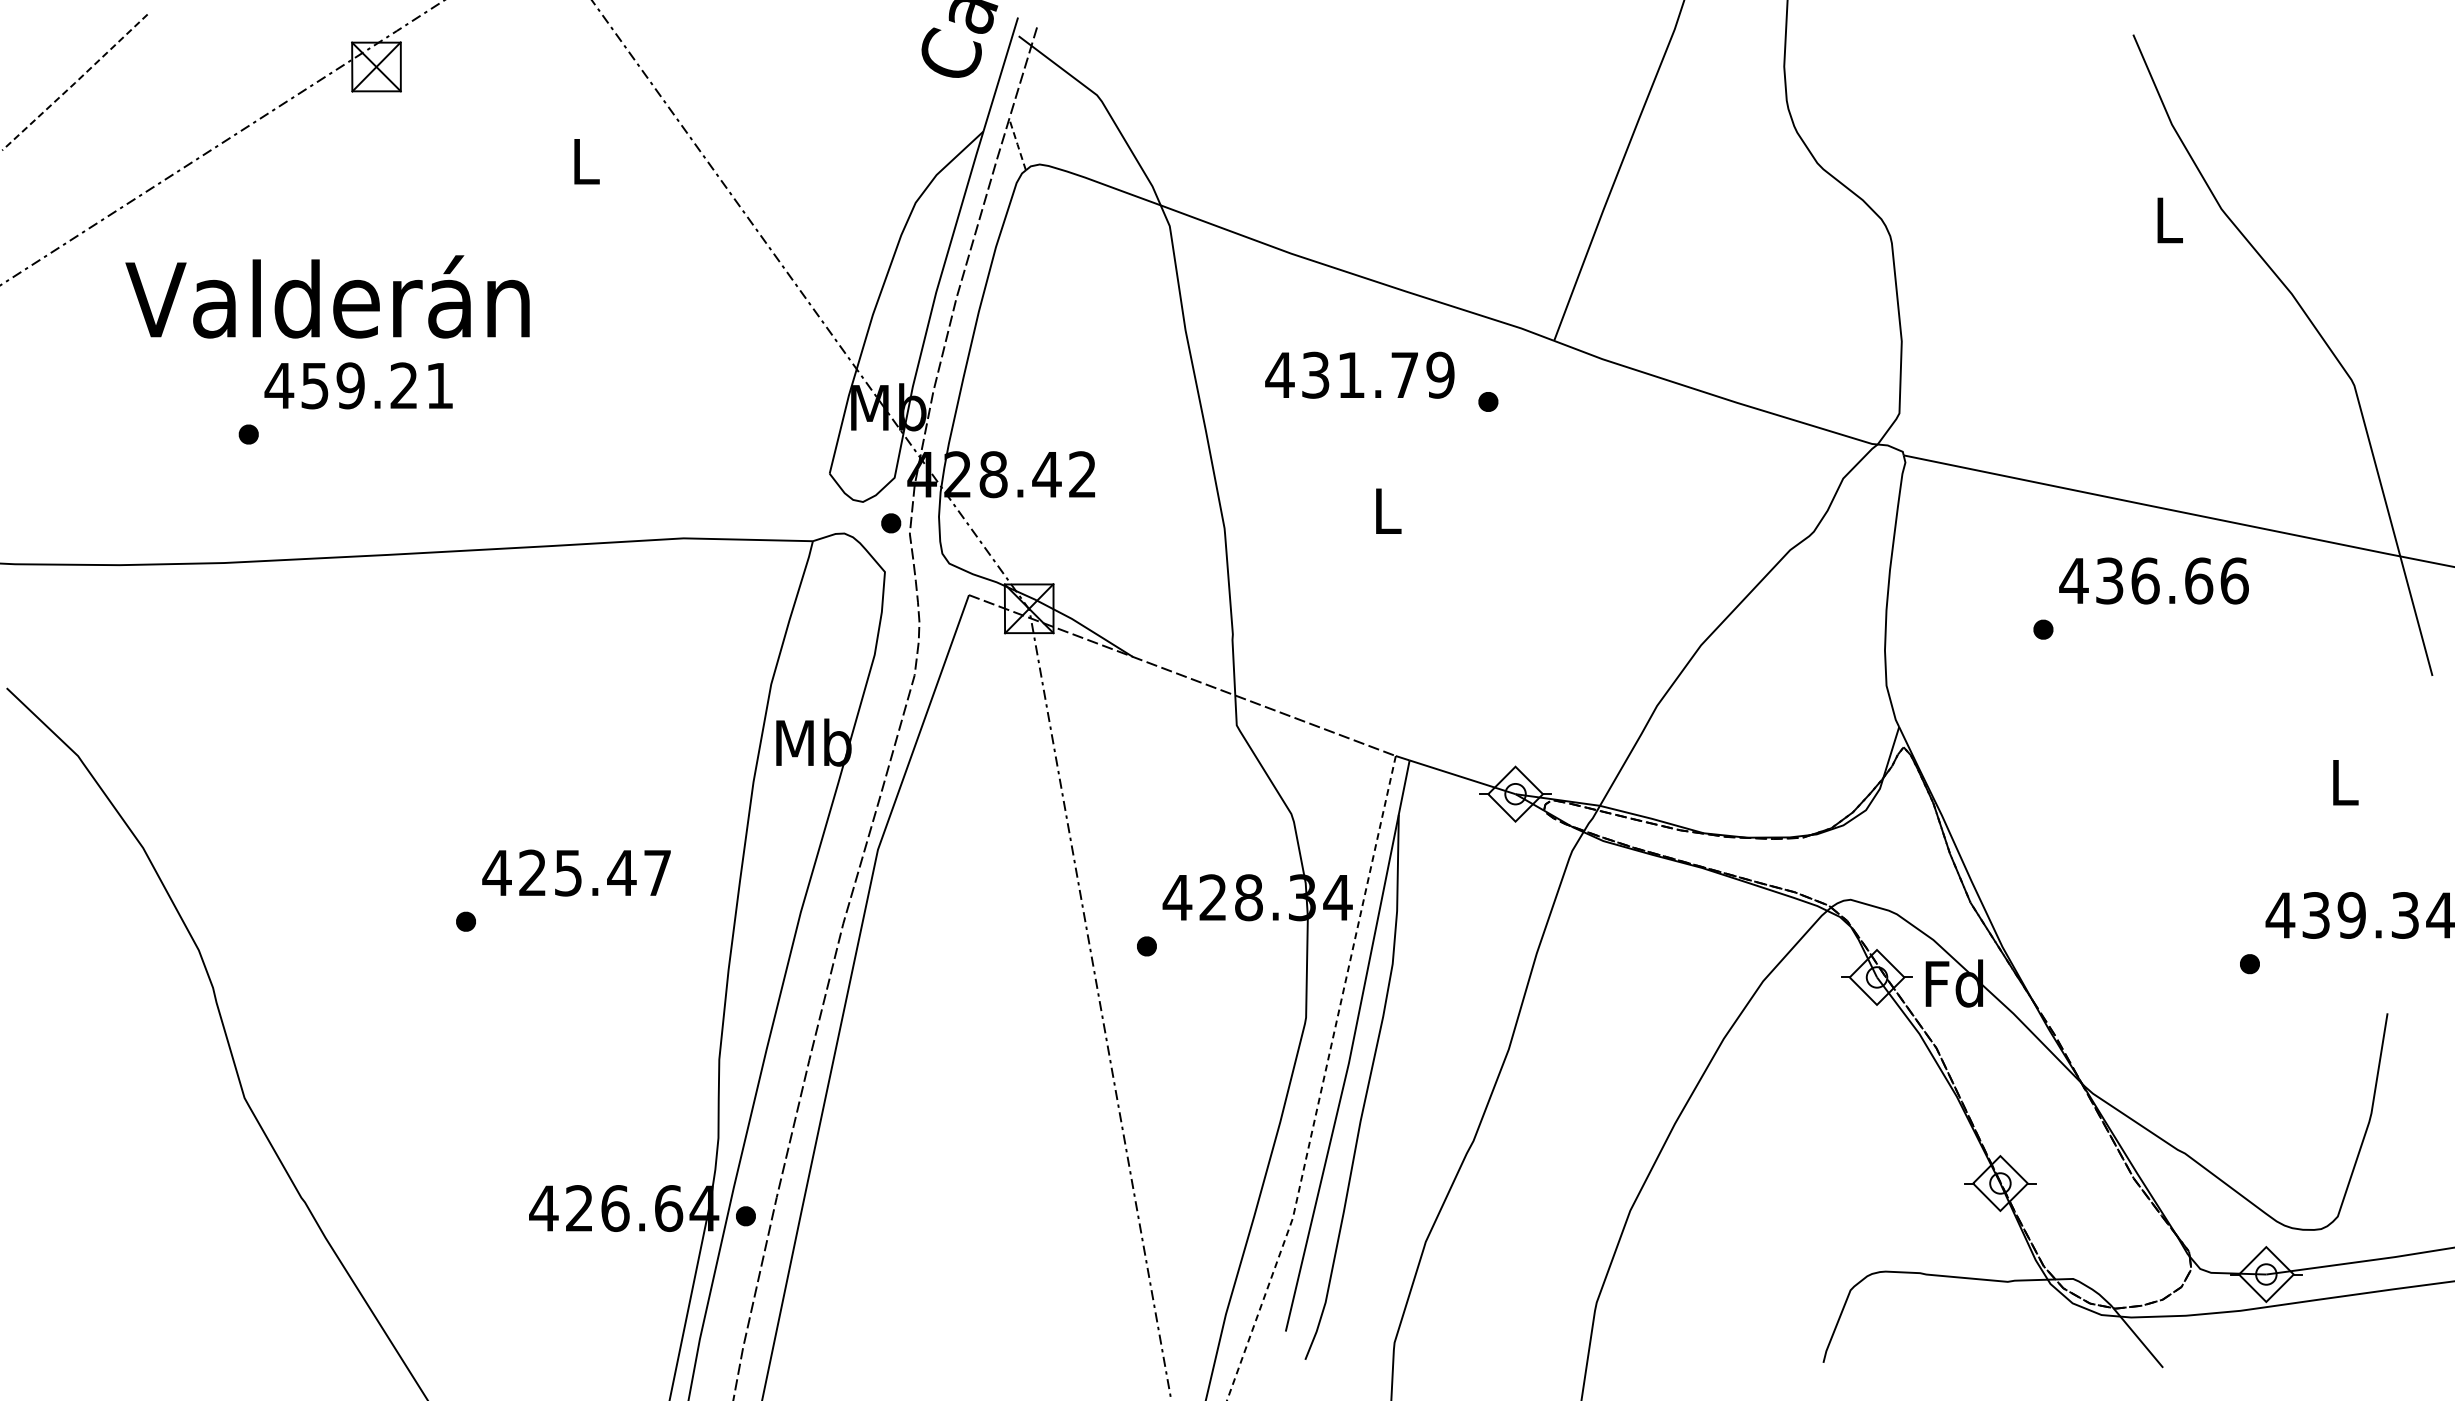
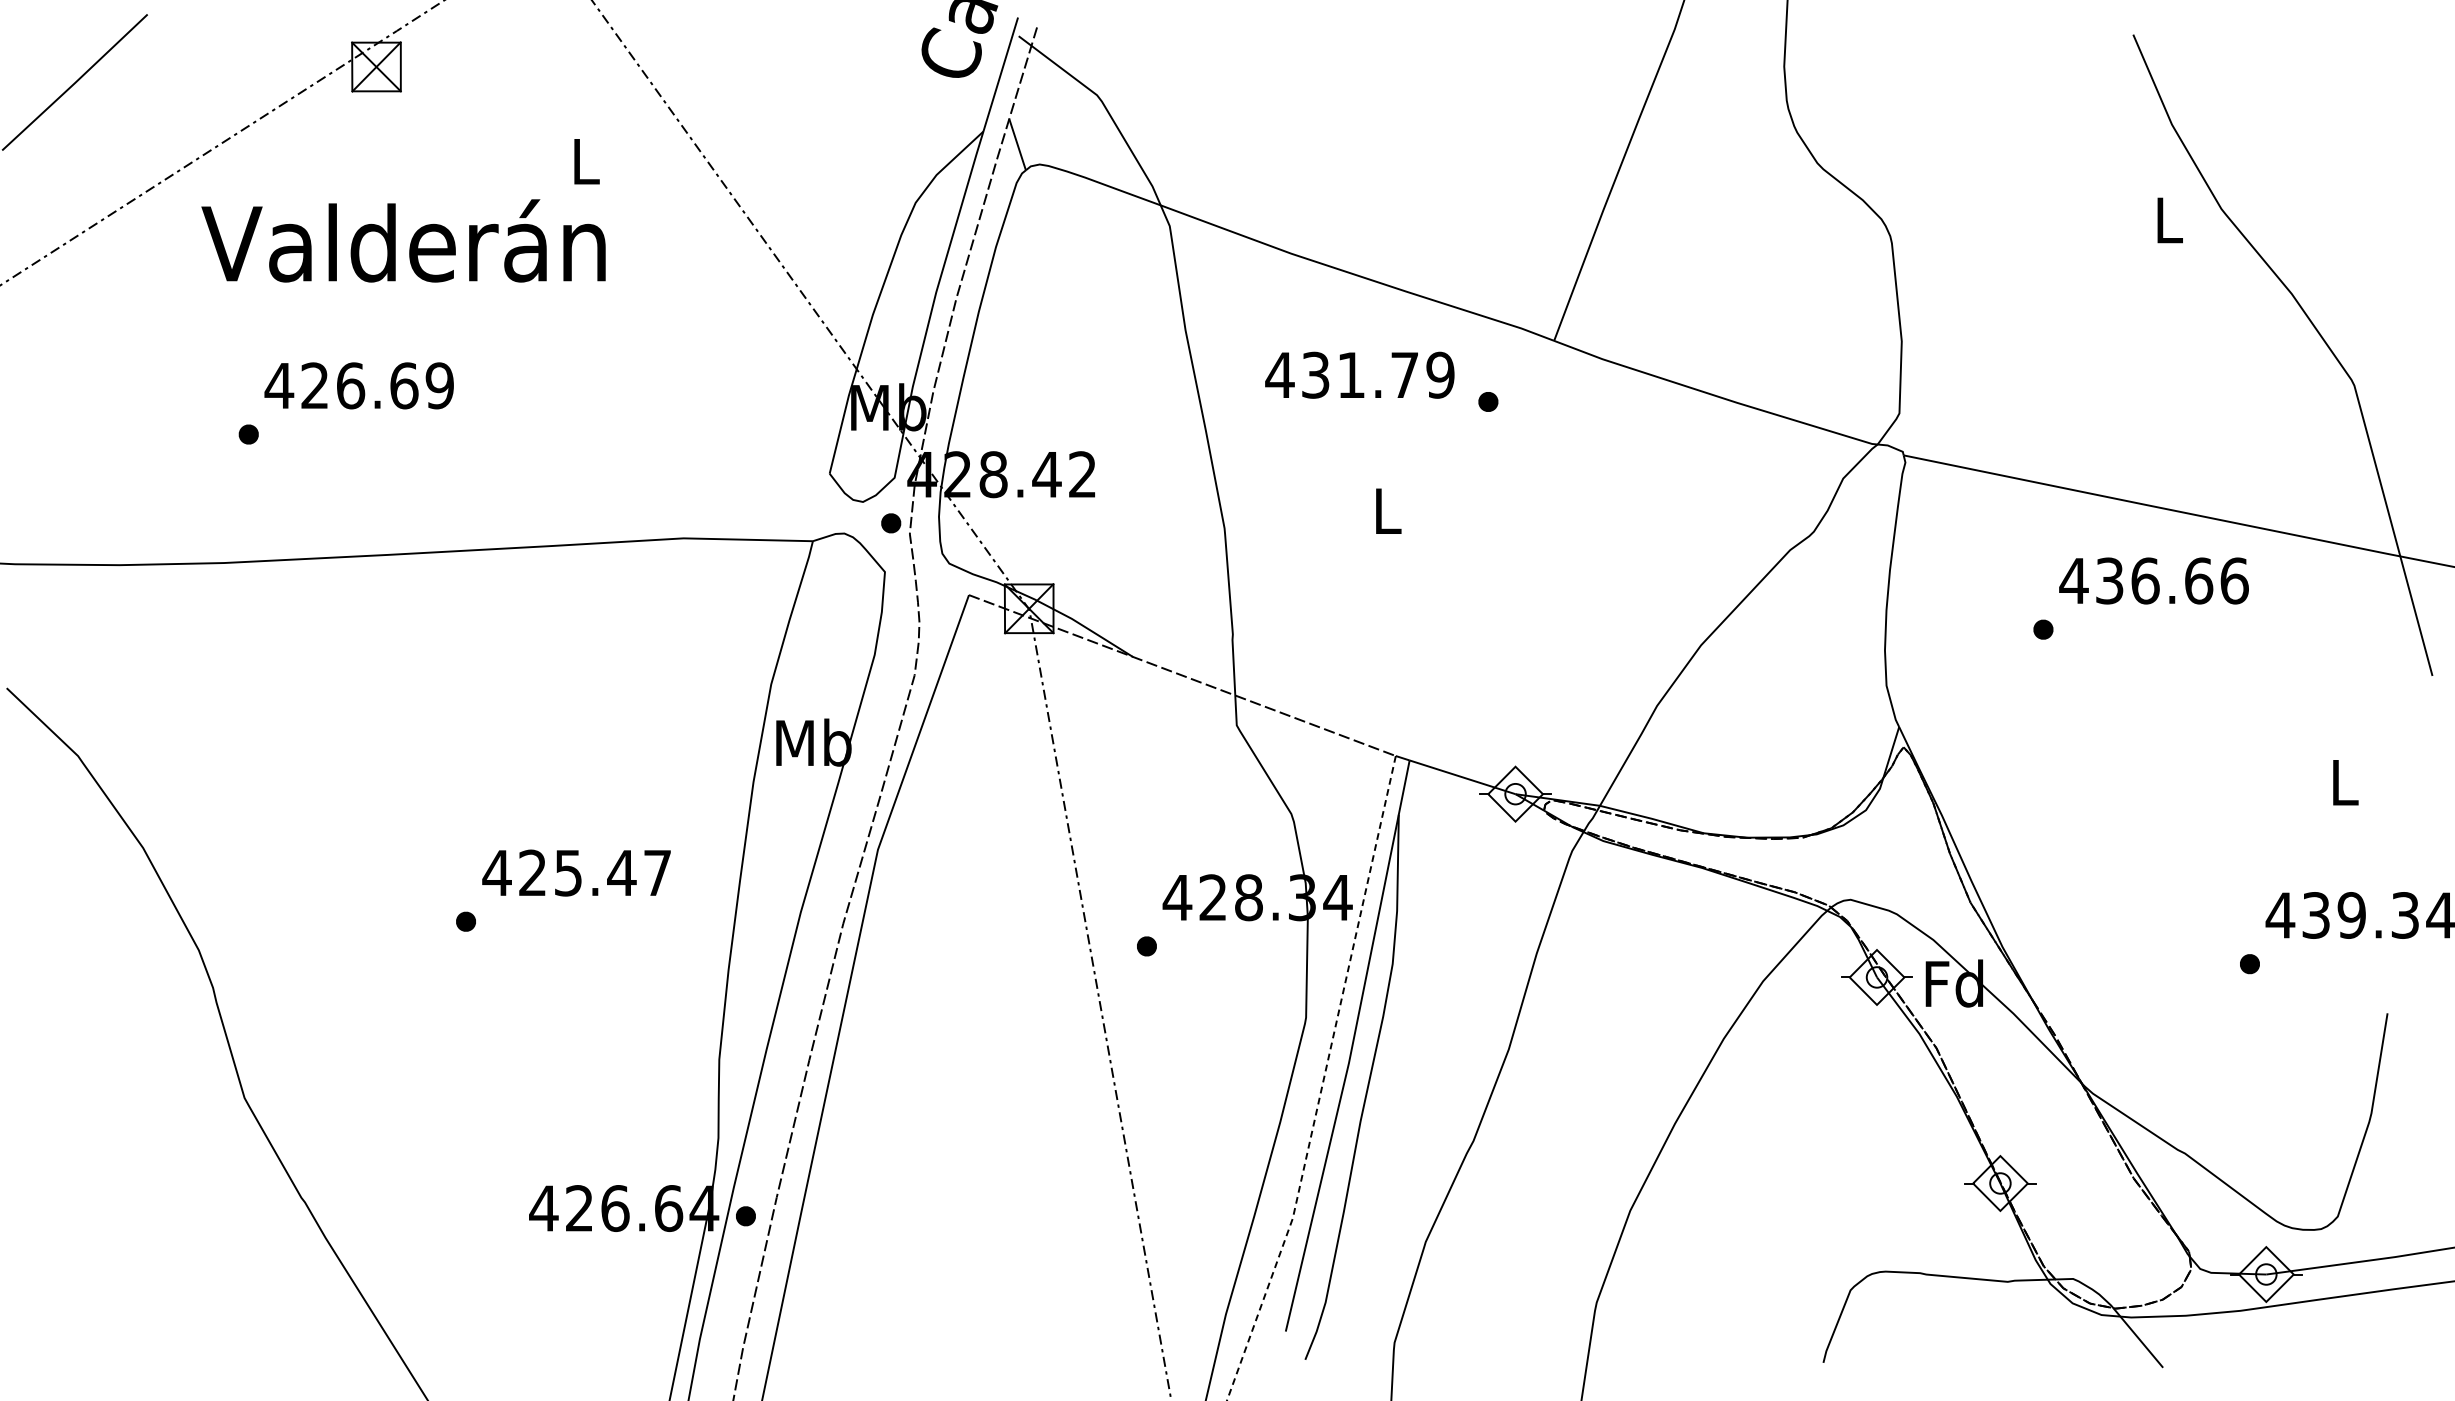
line at (75, 82): dashed -> solid
line at (1017, 144): dashed -> solid
text at (327, 296) position: (327, 296) -> (403, 240)
text at (377, 385): 459.21 -> 426.69
